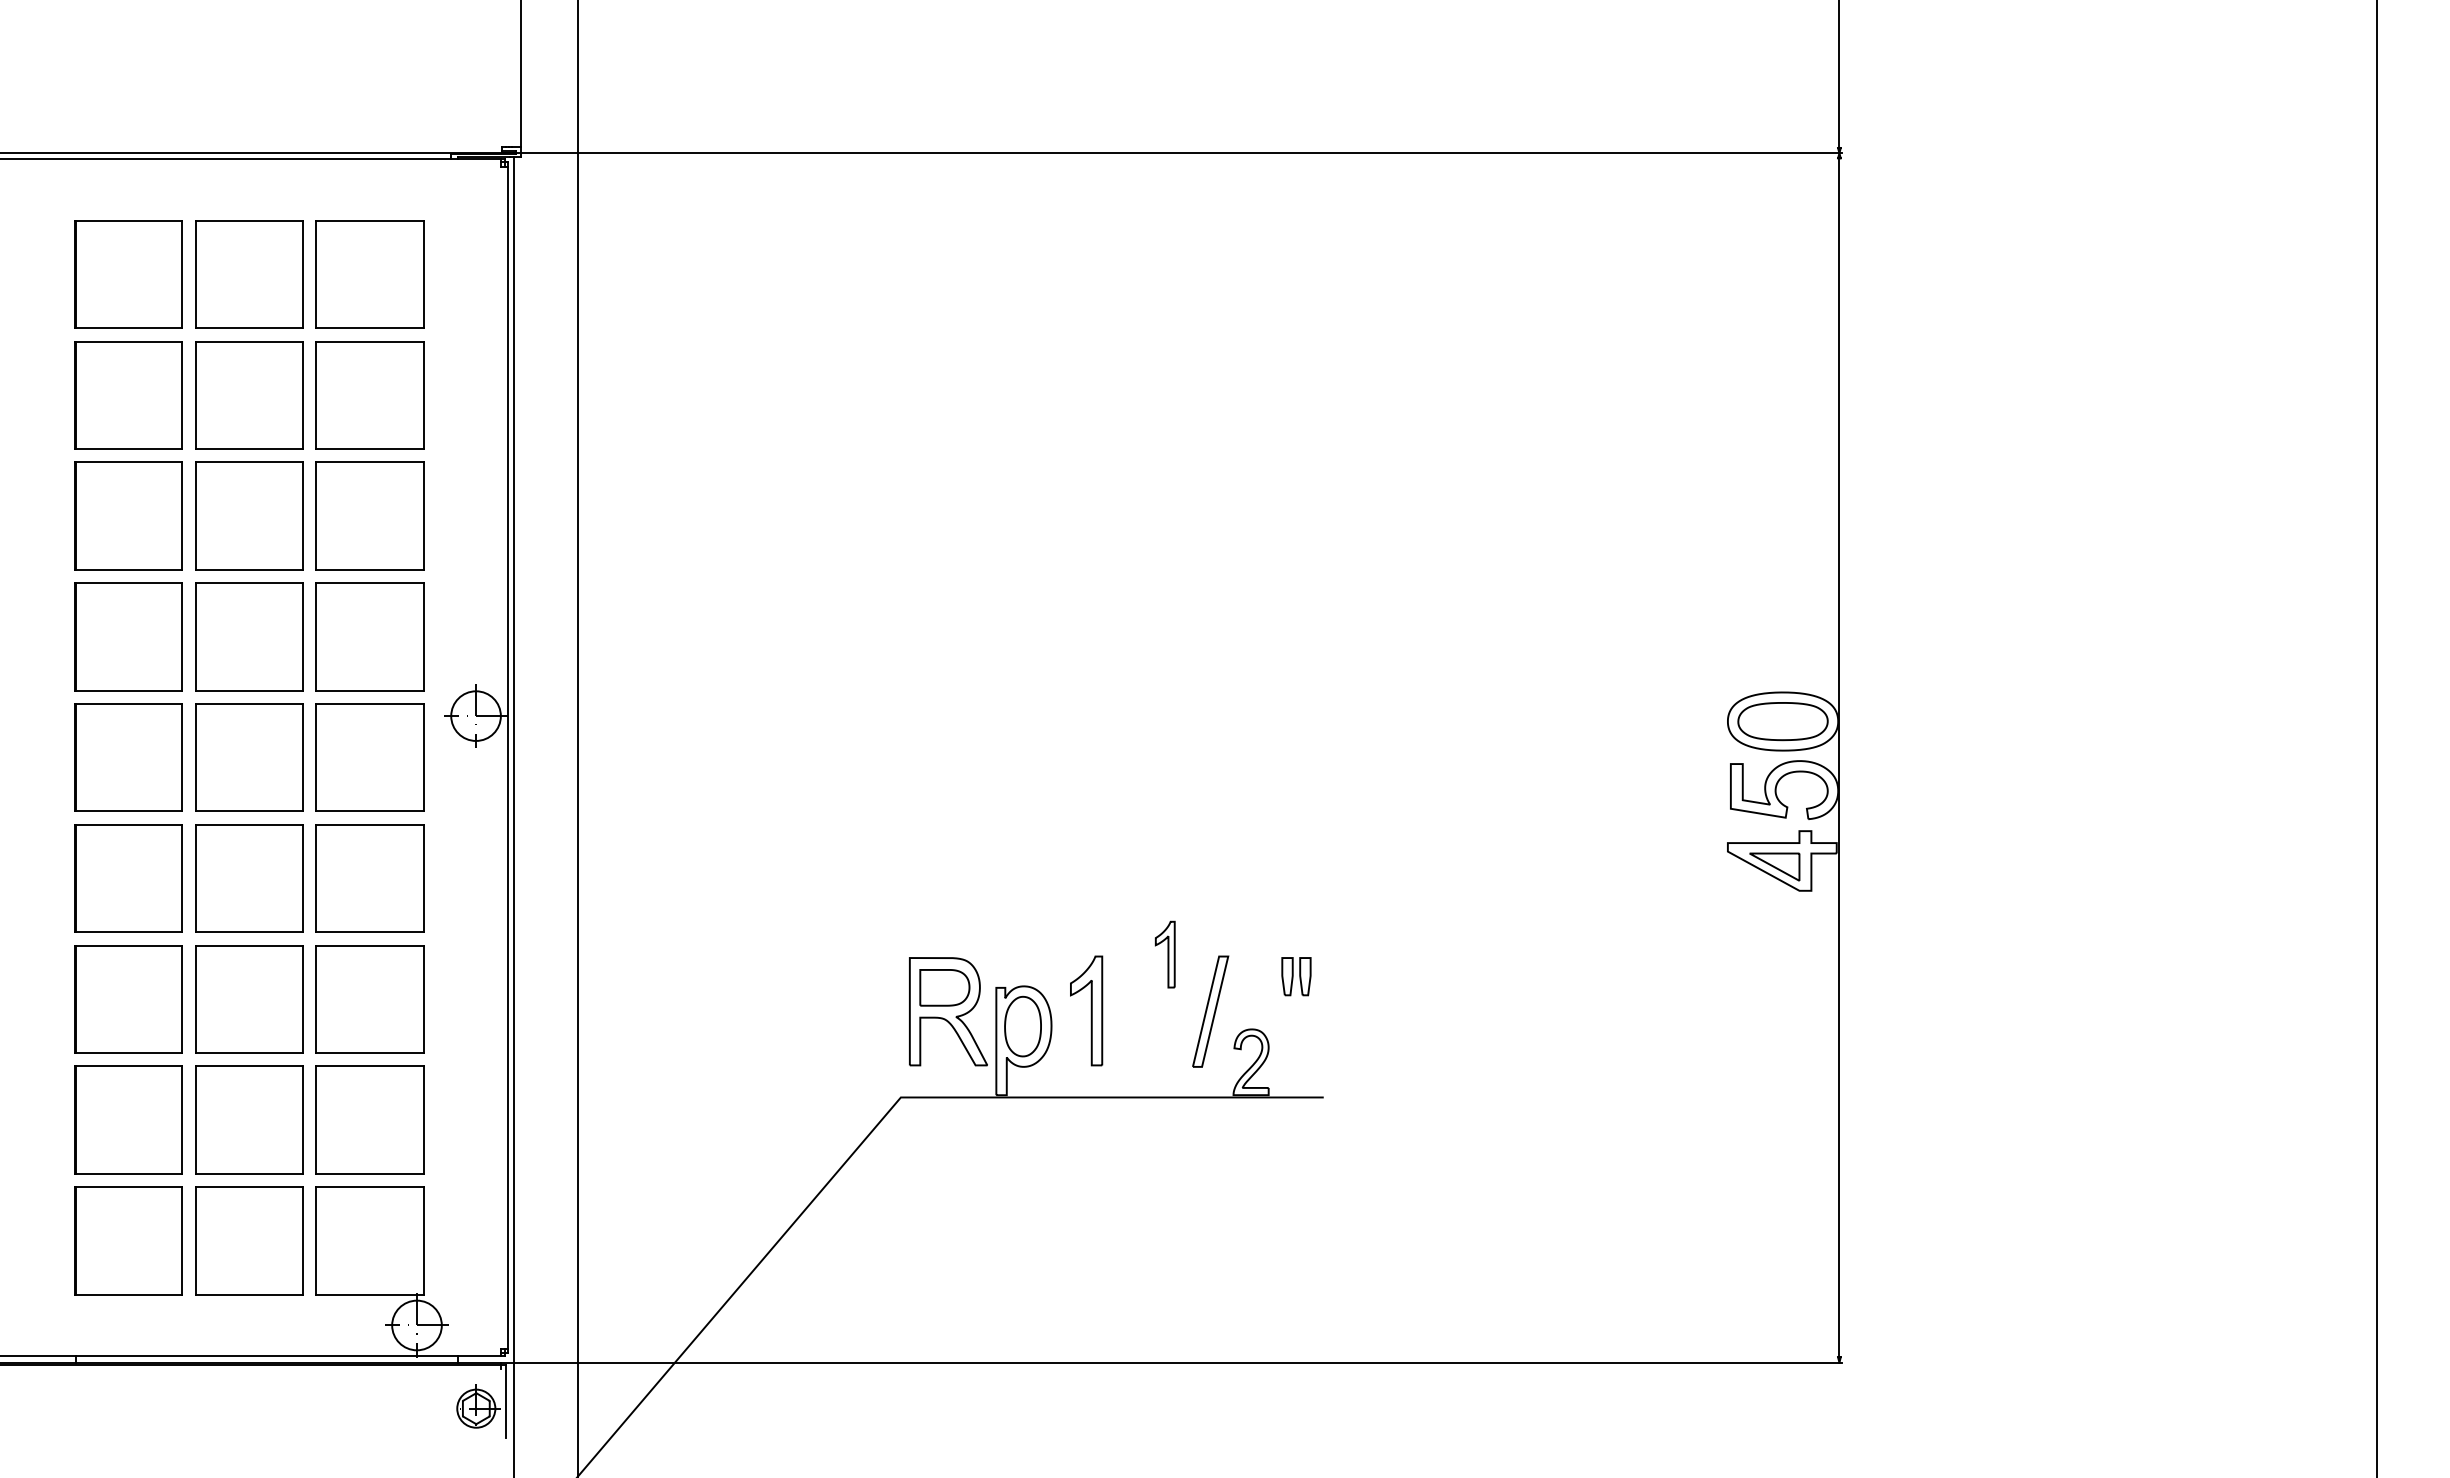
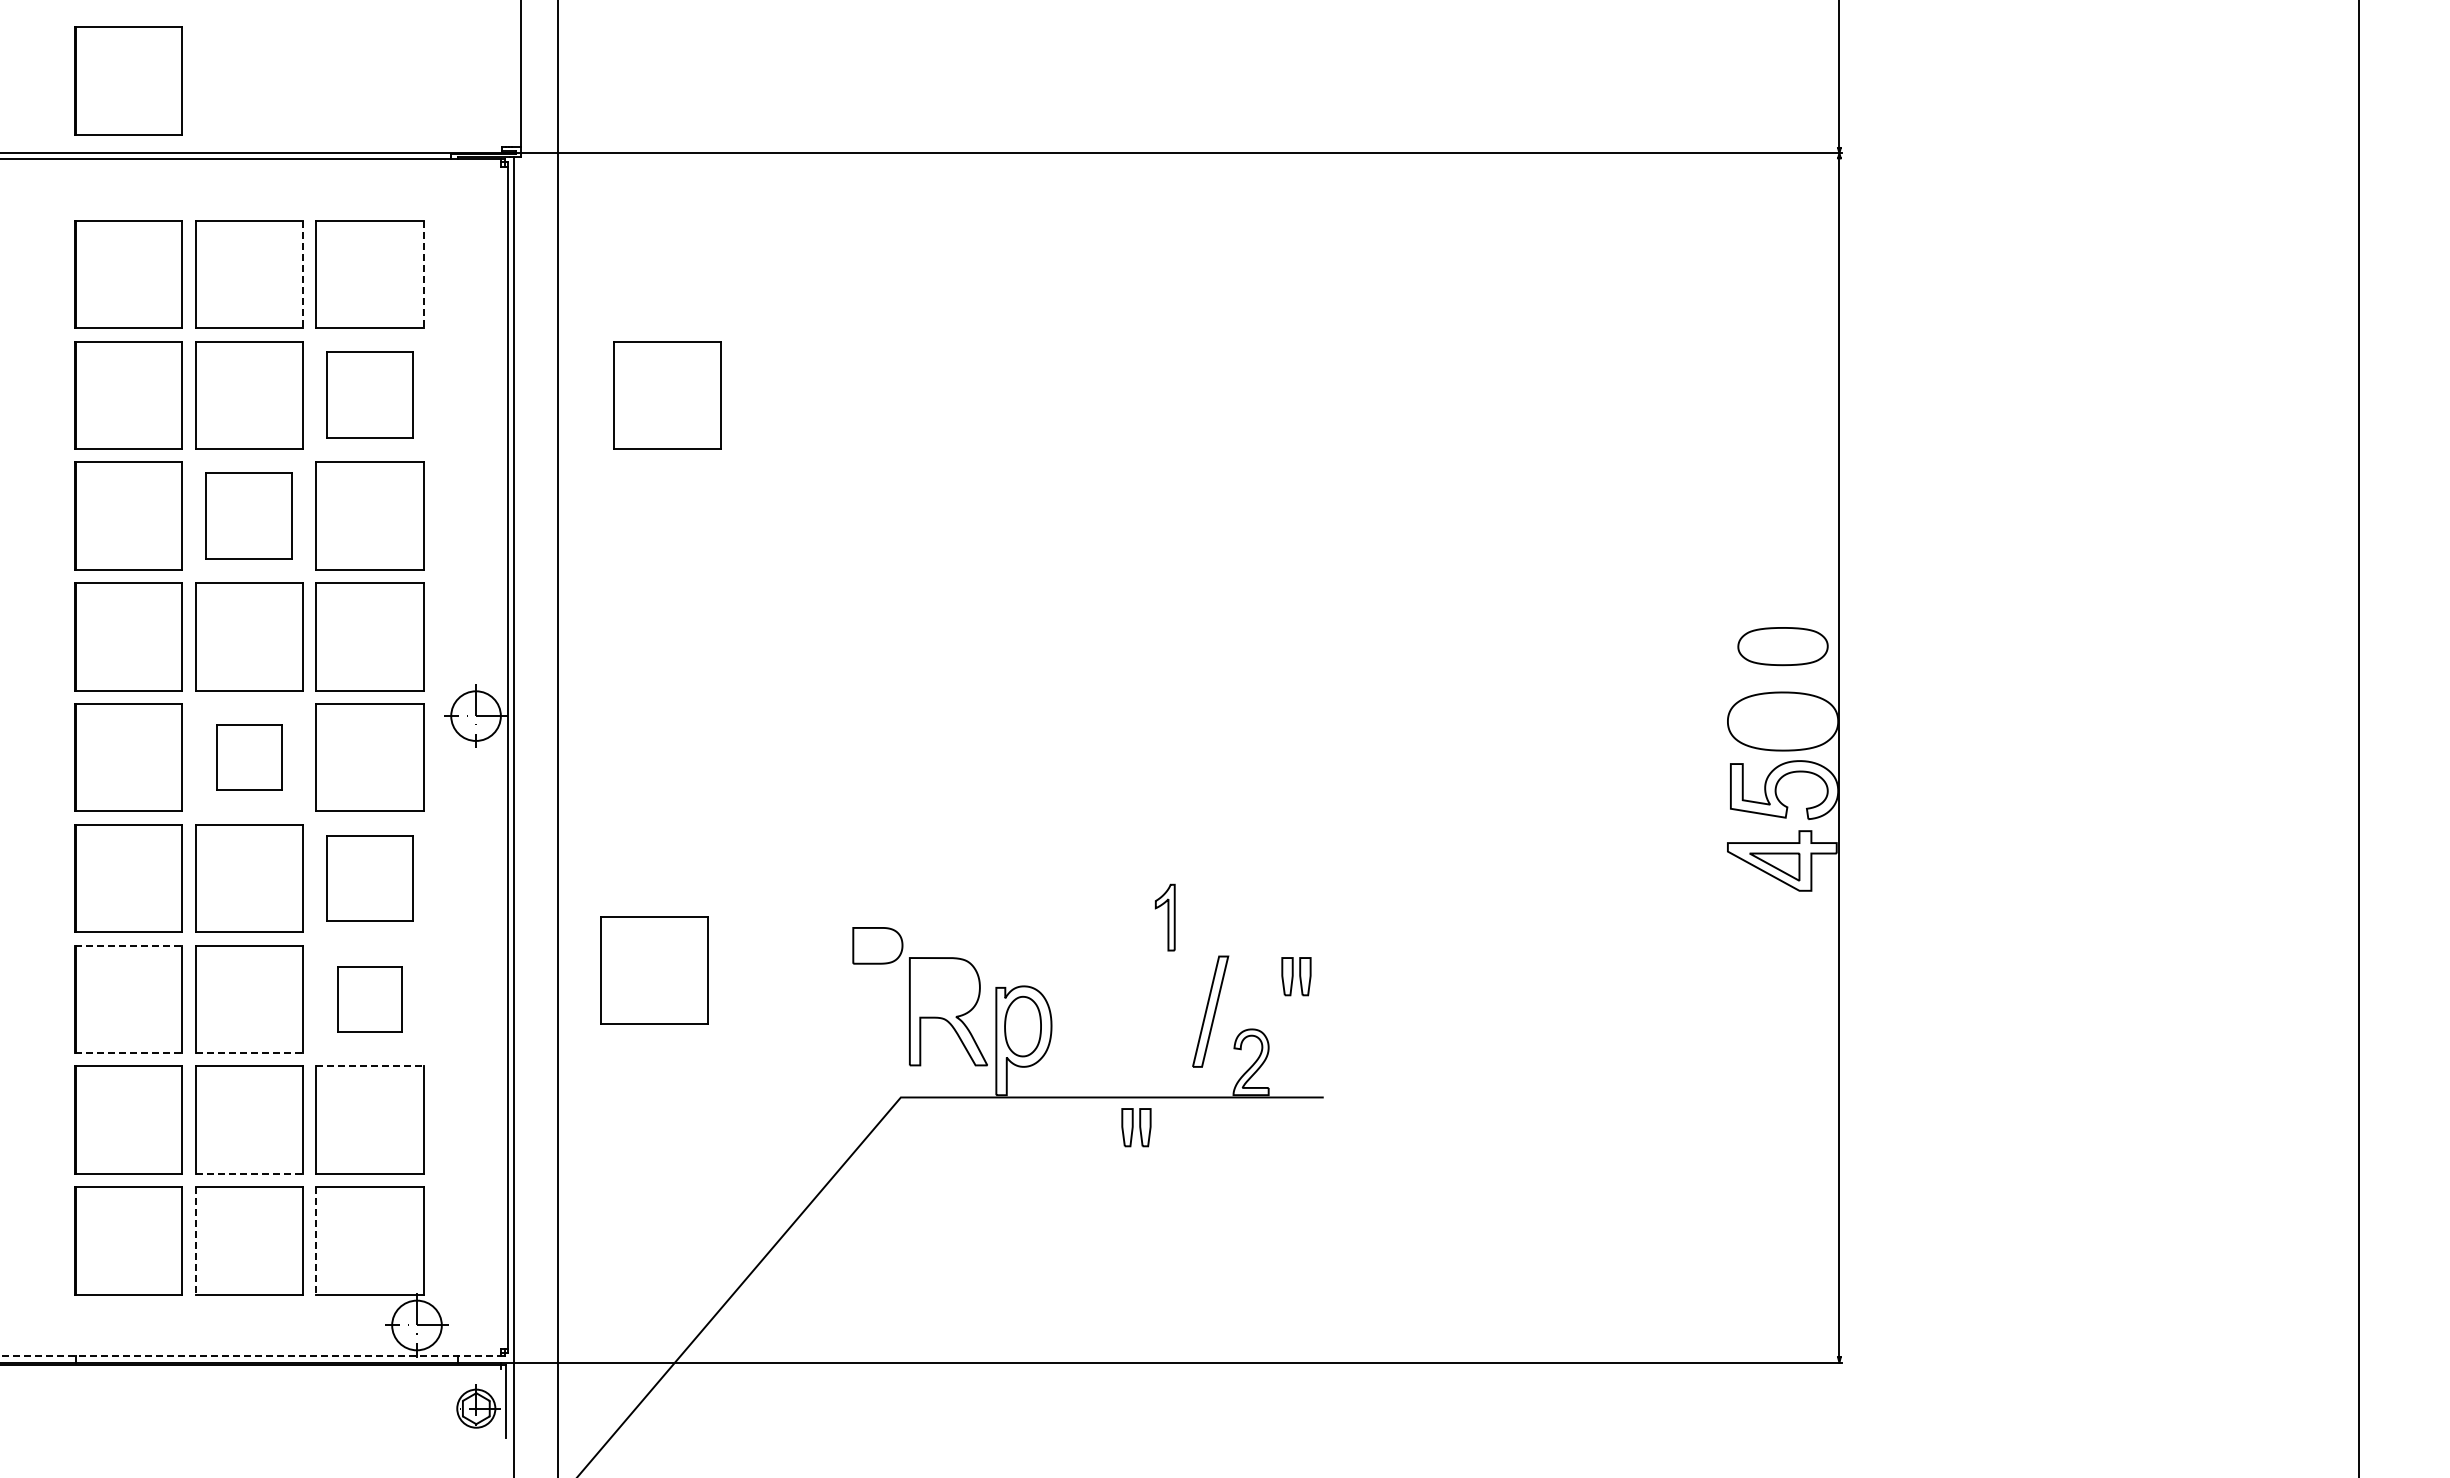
part at (128, 80): none -> present
line at (302, 274): solid -> dashed
line at (423, 274): solid -> dashed
part at (369, 395) size: 110x109 px -> 88x88 px
part at (667, 395): none -> present
part at (249, 515) size: 109x110 px -> 88x88 px
part at (1782, 721) position: (1782, 721) -> (1782, 646)
line at (578, 738) position: (578, 738) -> (558, 738)
line at (2376, 738) position: (2376, 738) -> (2358, 738)
part at (249, 757) size: 109x109 px -> 67x67 px
part at (369, 878) size: 110x109 px -> 88x87 px
line at (128, 945): solid -> dashed
part at (1164, 954) position: (1164, 954) -> (1164, 917)
part at (654, 970): none -> present
part at (944, 987) position: (944, 987) -> (877, 945)
part at (369, 999) size: 110x109 px -> 66x67 px
part at (1086, 1010): present -> none
line at (128, 1053): solid -> dashed
line at (249, 1053): solid -> dashed
line at (370, 1066): solid -> dashed
part at (1136, 1127): none -> present
line at (249, 1173): solid -> dashed
line at (195, 1240): solid -> dashed
line at (316, 1240): solid -> dashed
line at (250, 1356): solid -> dashed
